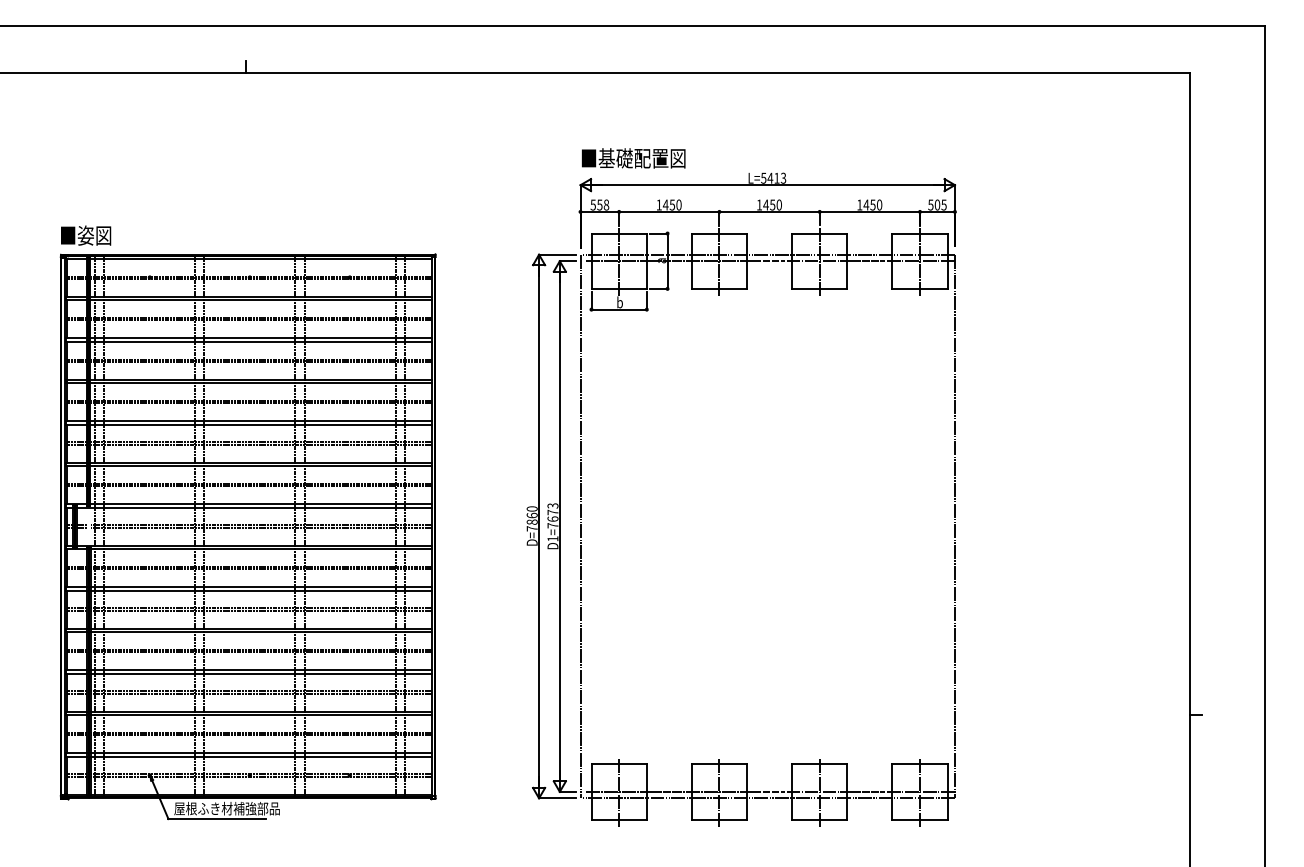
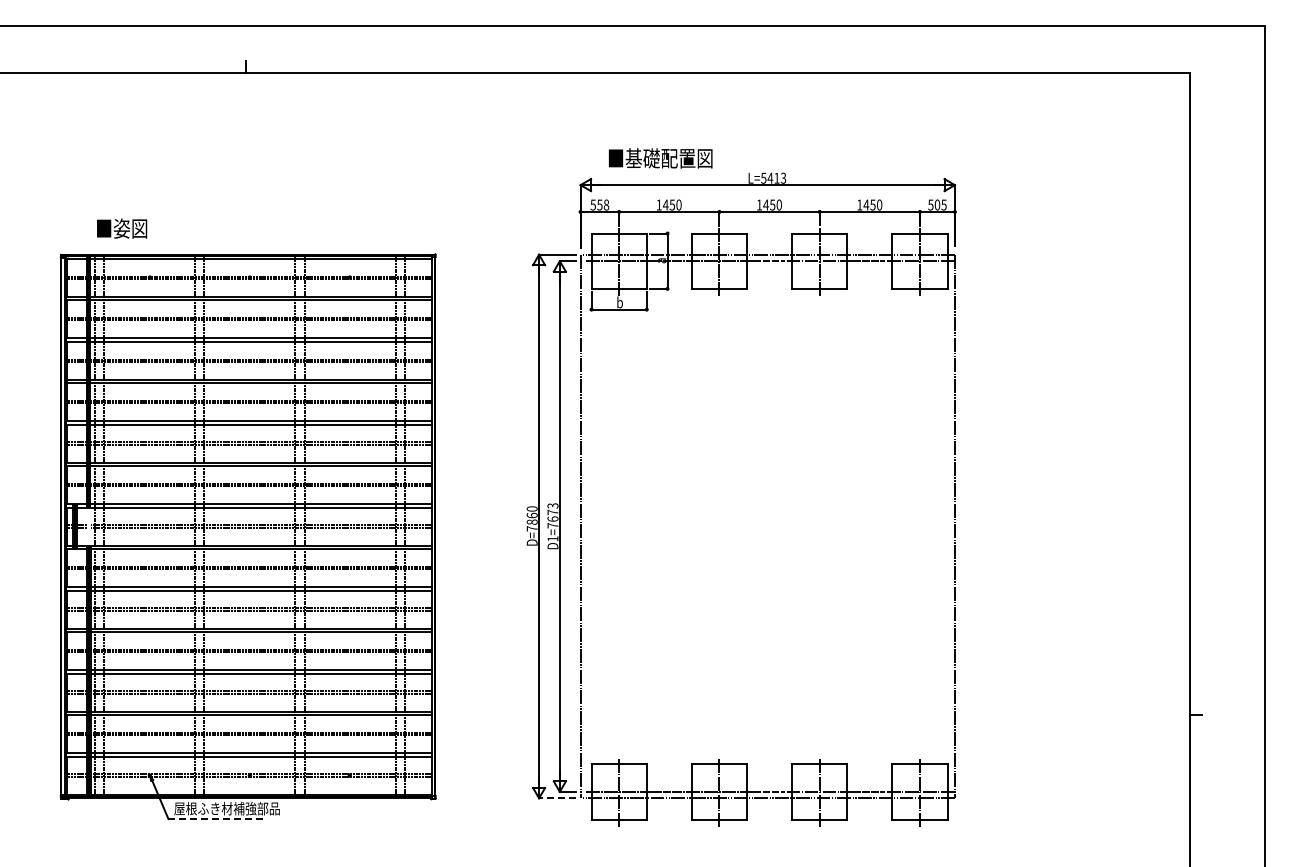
text at (633, 158) position: (633, 158) -> (660, 158)
text at (86, 235) position: (86, 235) -> (122, 228)
line at (557, 798): solid -> dashed
line at (217, 819): solid -> dashed
